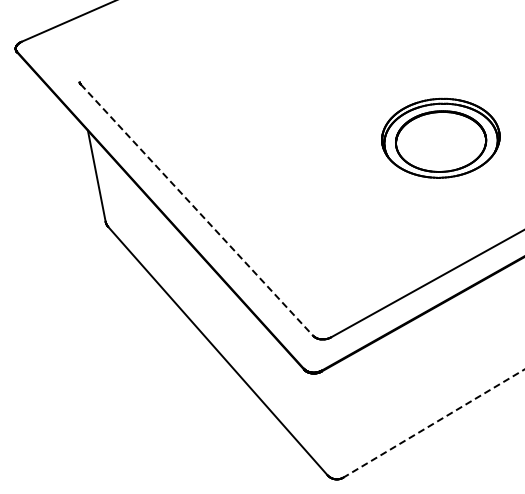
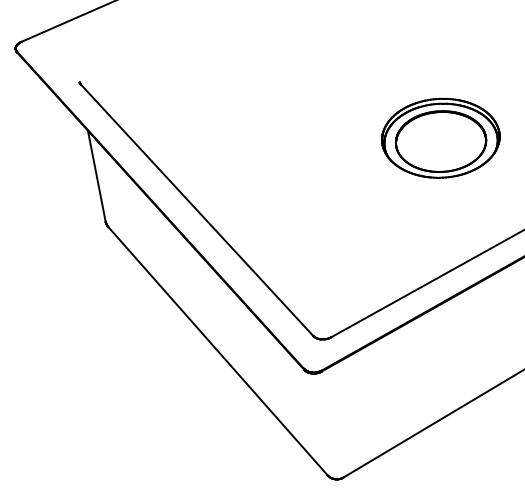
line at (197, 210): dashed -> solid
line at (433, 423): dashed -> solid
